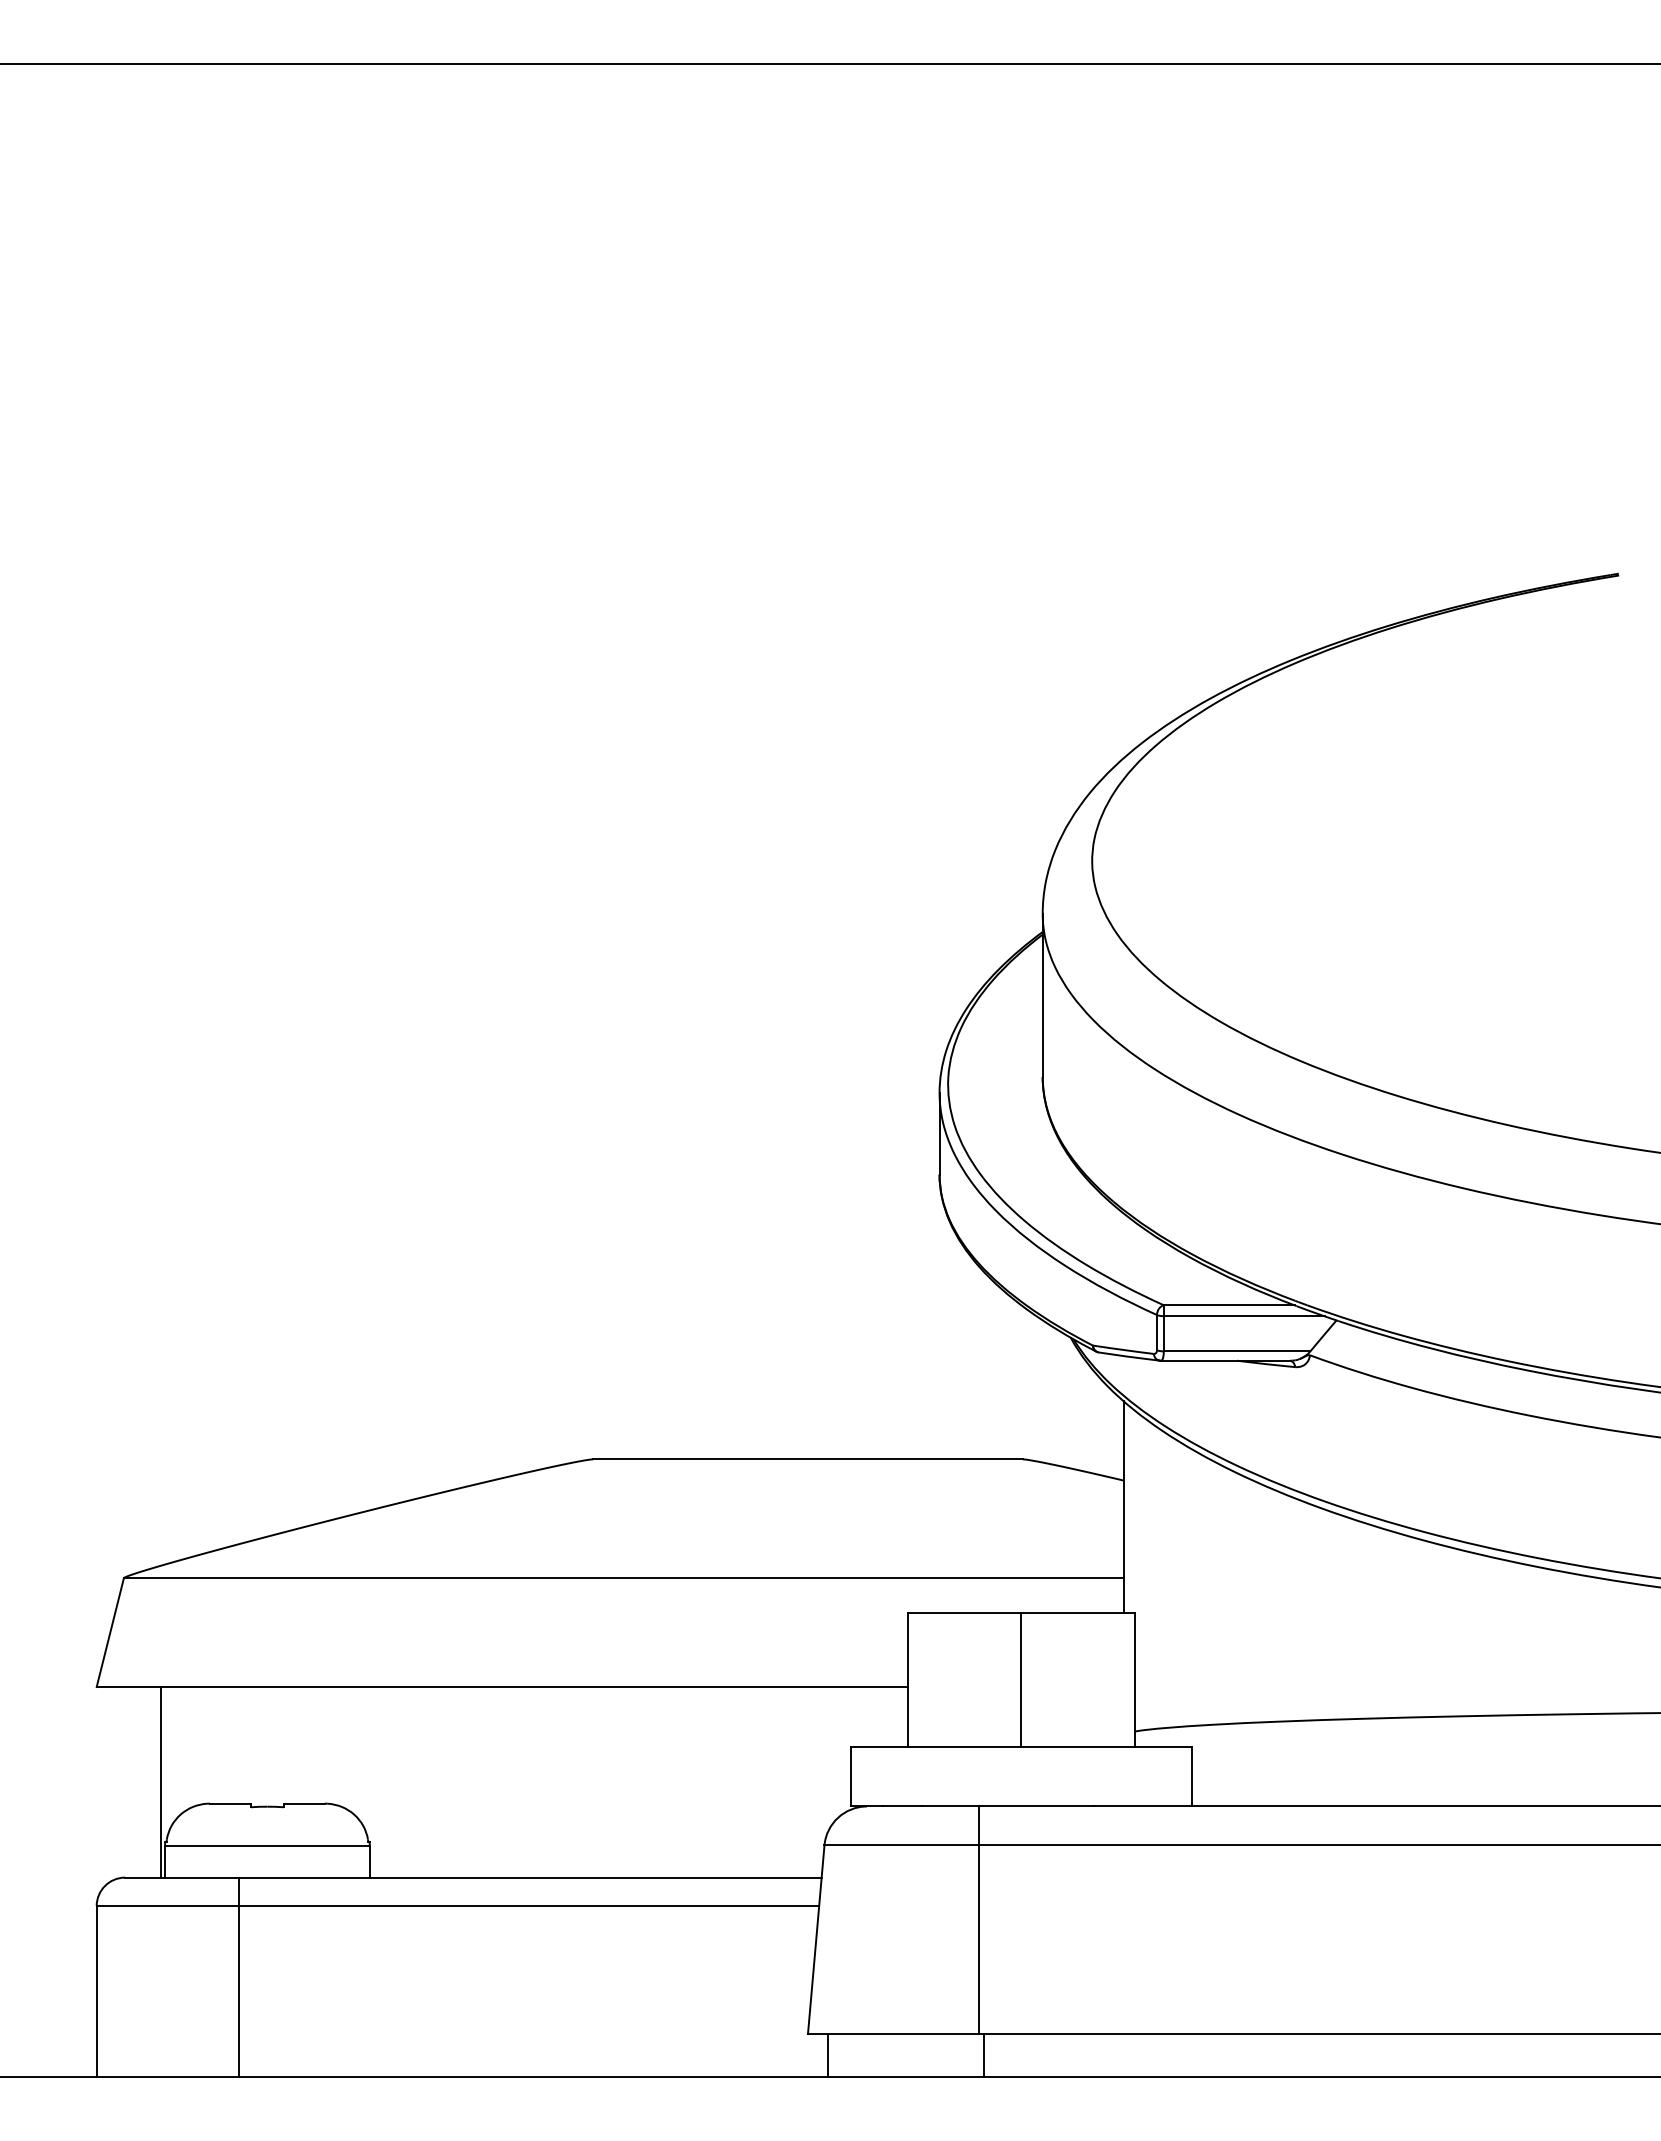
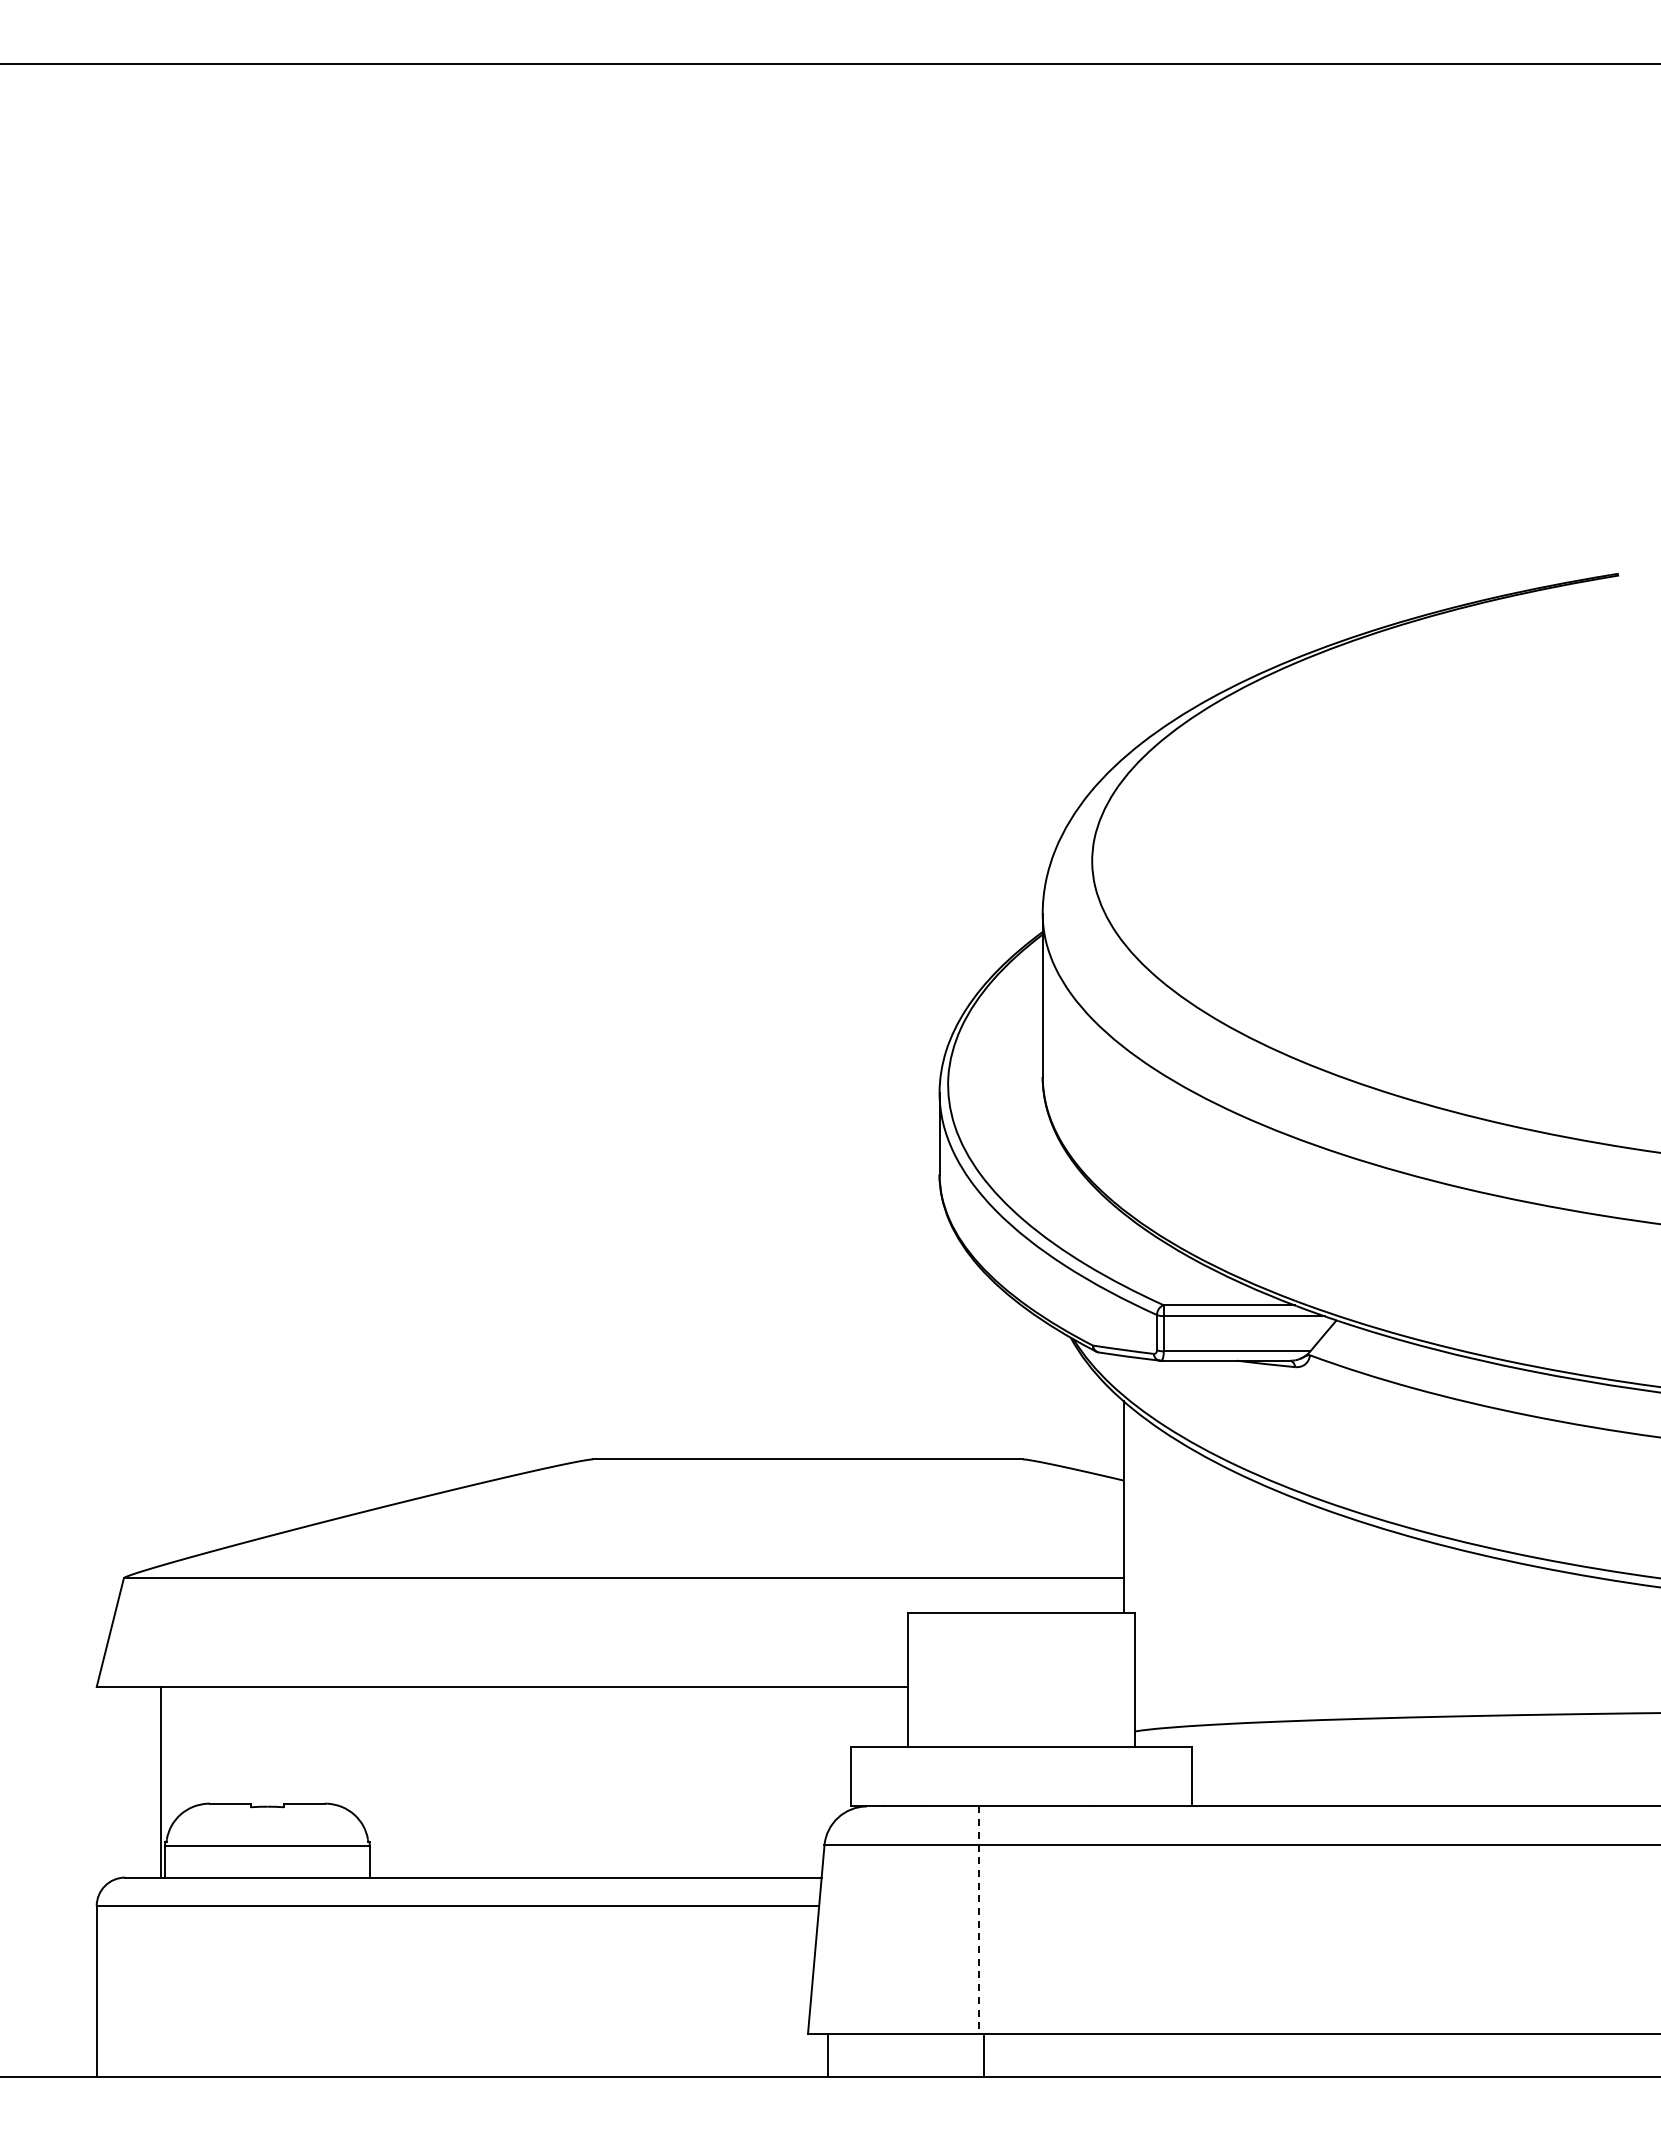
line at (1021, 1679): present -> none
line at (978, 1920): solid -> dashed
line at (238, 1976): present -> none
